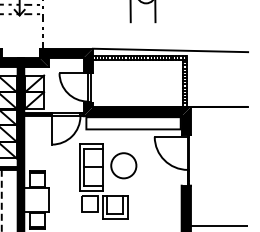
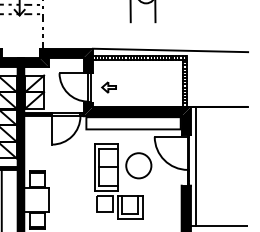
part at (108, 87): none -> present
line at (196, 165): none -> present
part at (108, 181) position: (108, 181) -> (123, 181)
line at (1, 200): dashed -> solid
